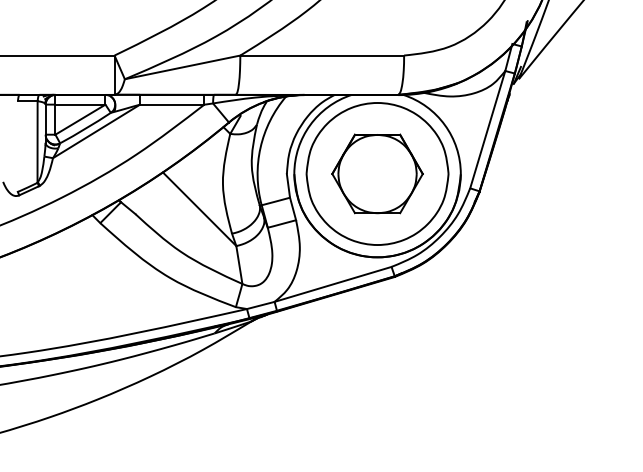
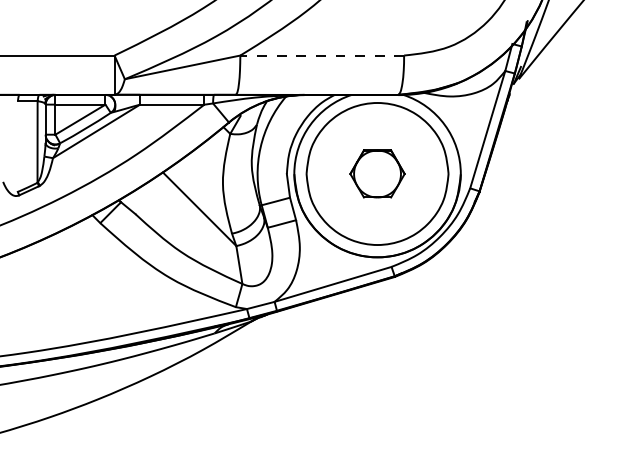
line at (322, 55): solid -> dashed
part at (377, 173) size: 93x82 px -> 57x50 px
